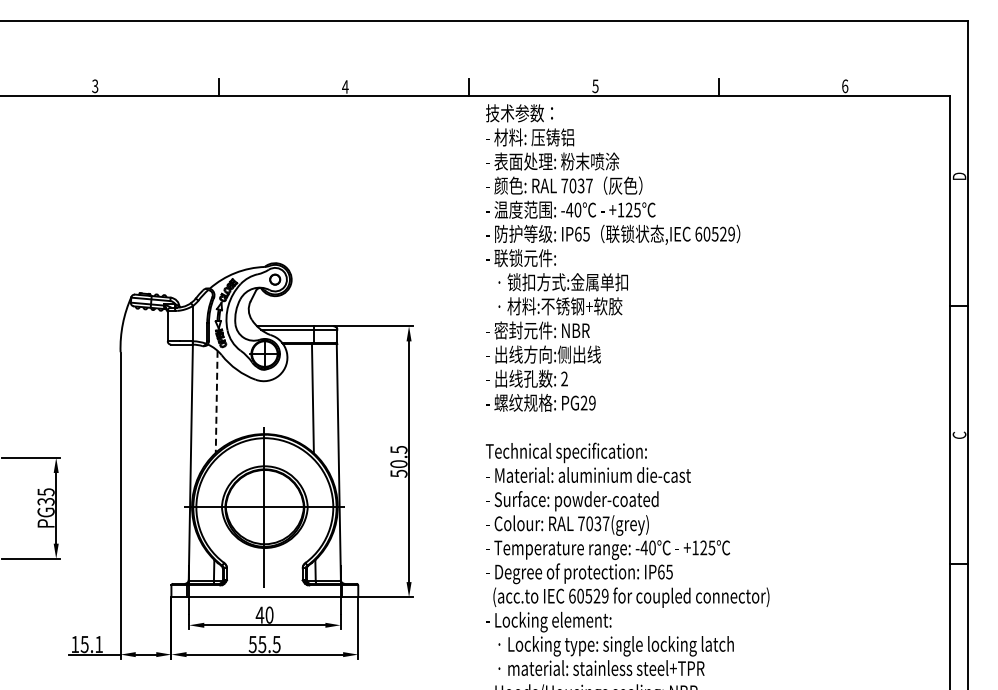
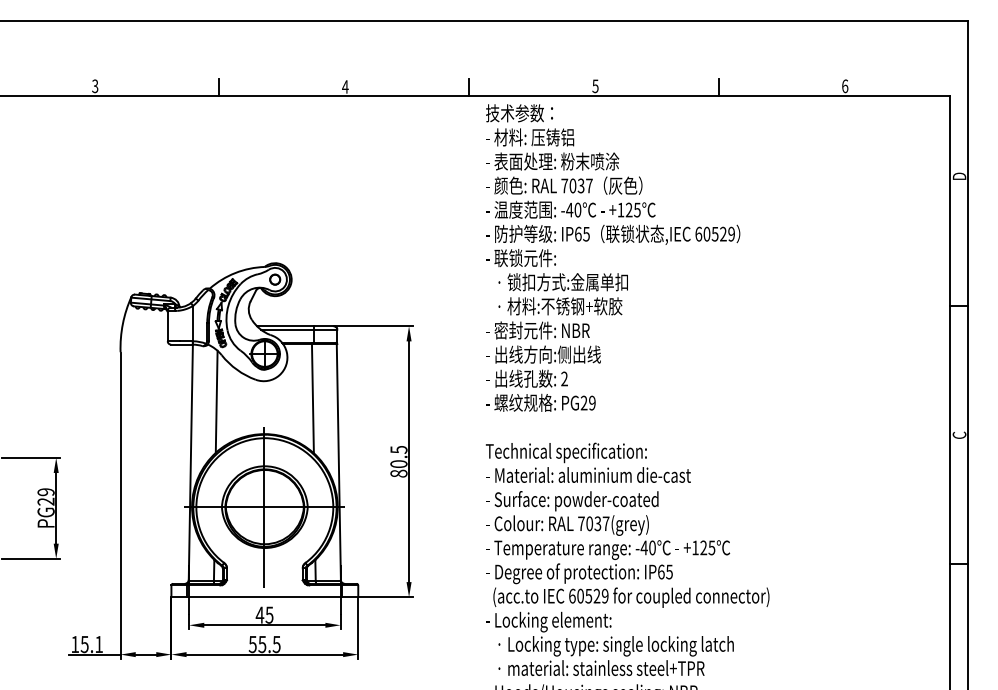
line at (216, 402): dashed -> solid
text at (398, 473): 50.5 -> 80.5
text at (45, 496): PG35 -> PG29
text at (269, 614): 40 -> 45
